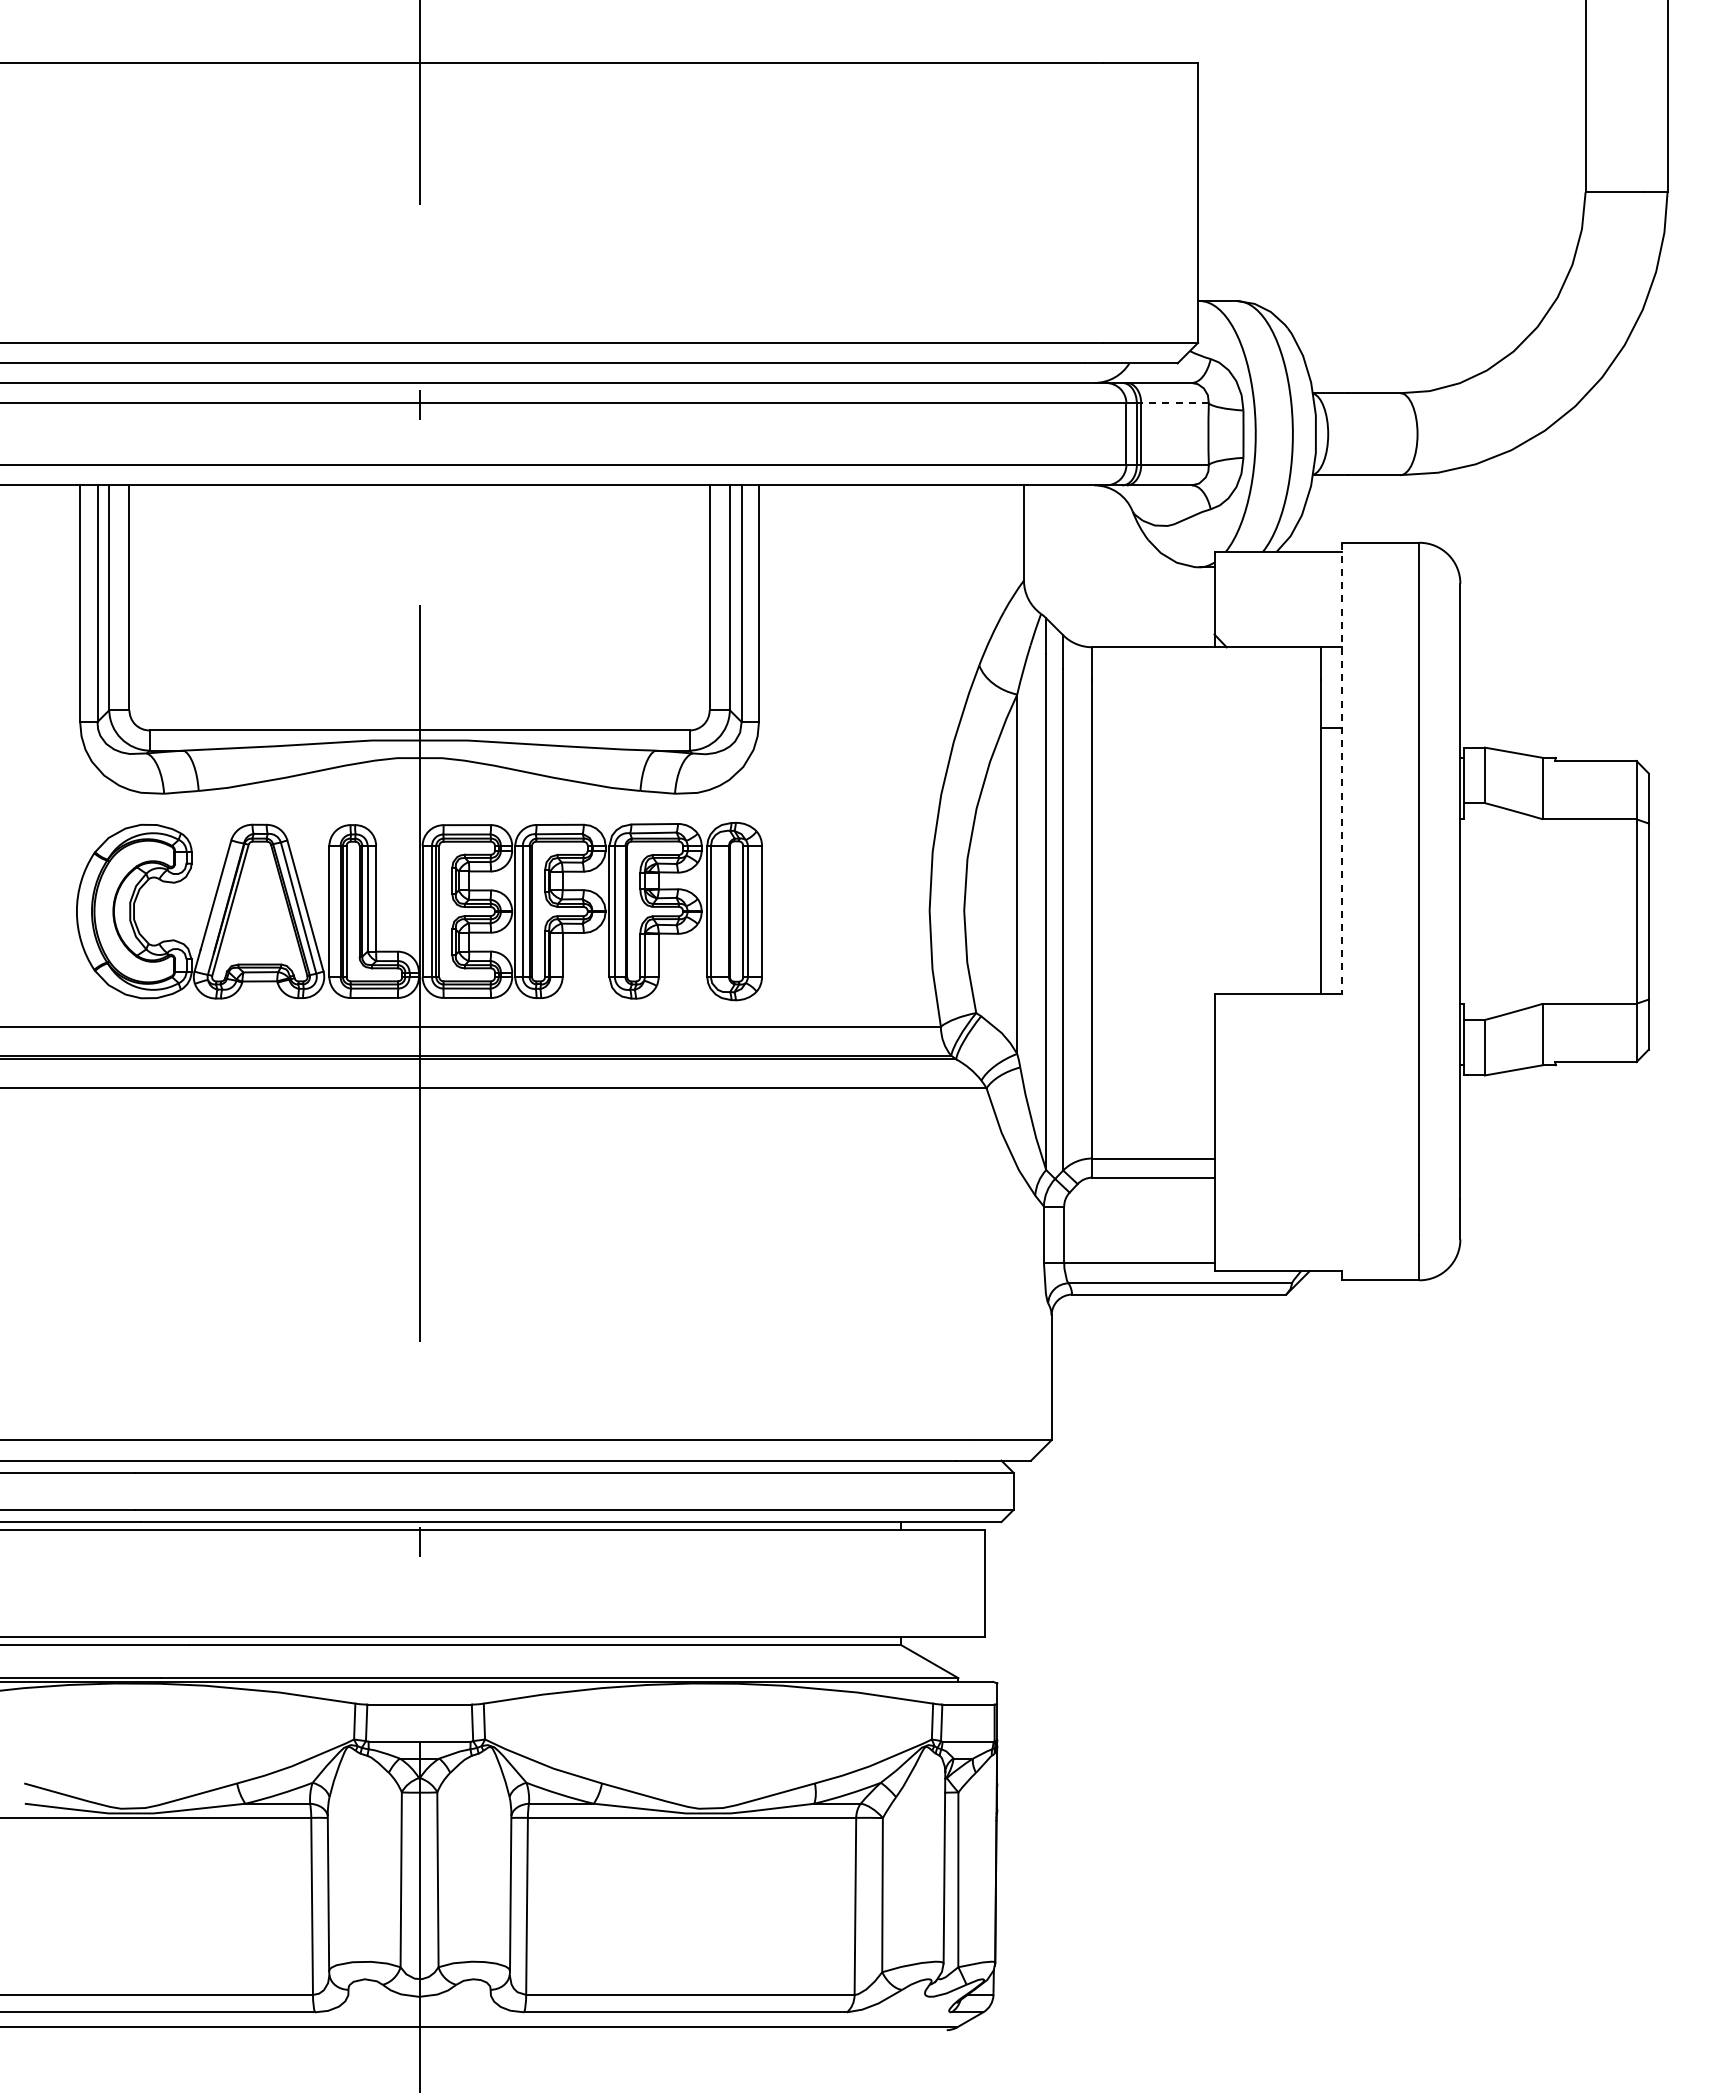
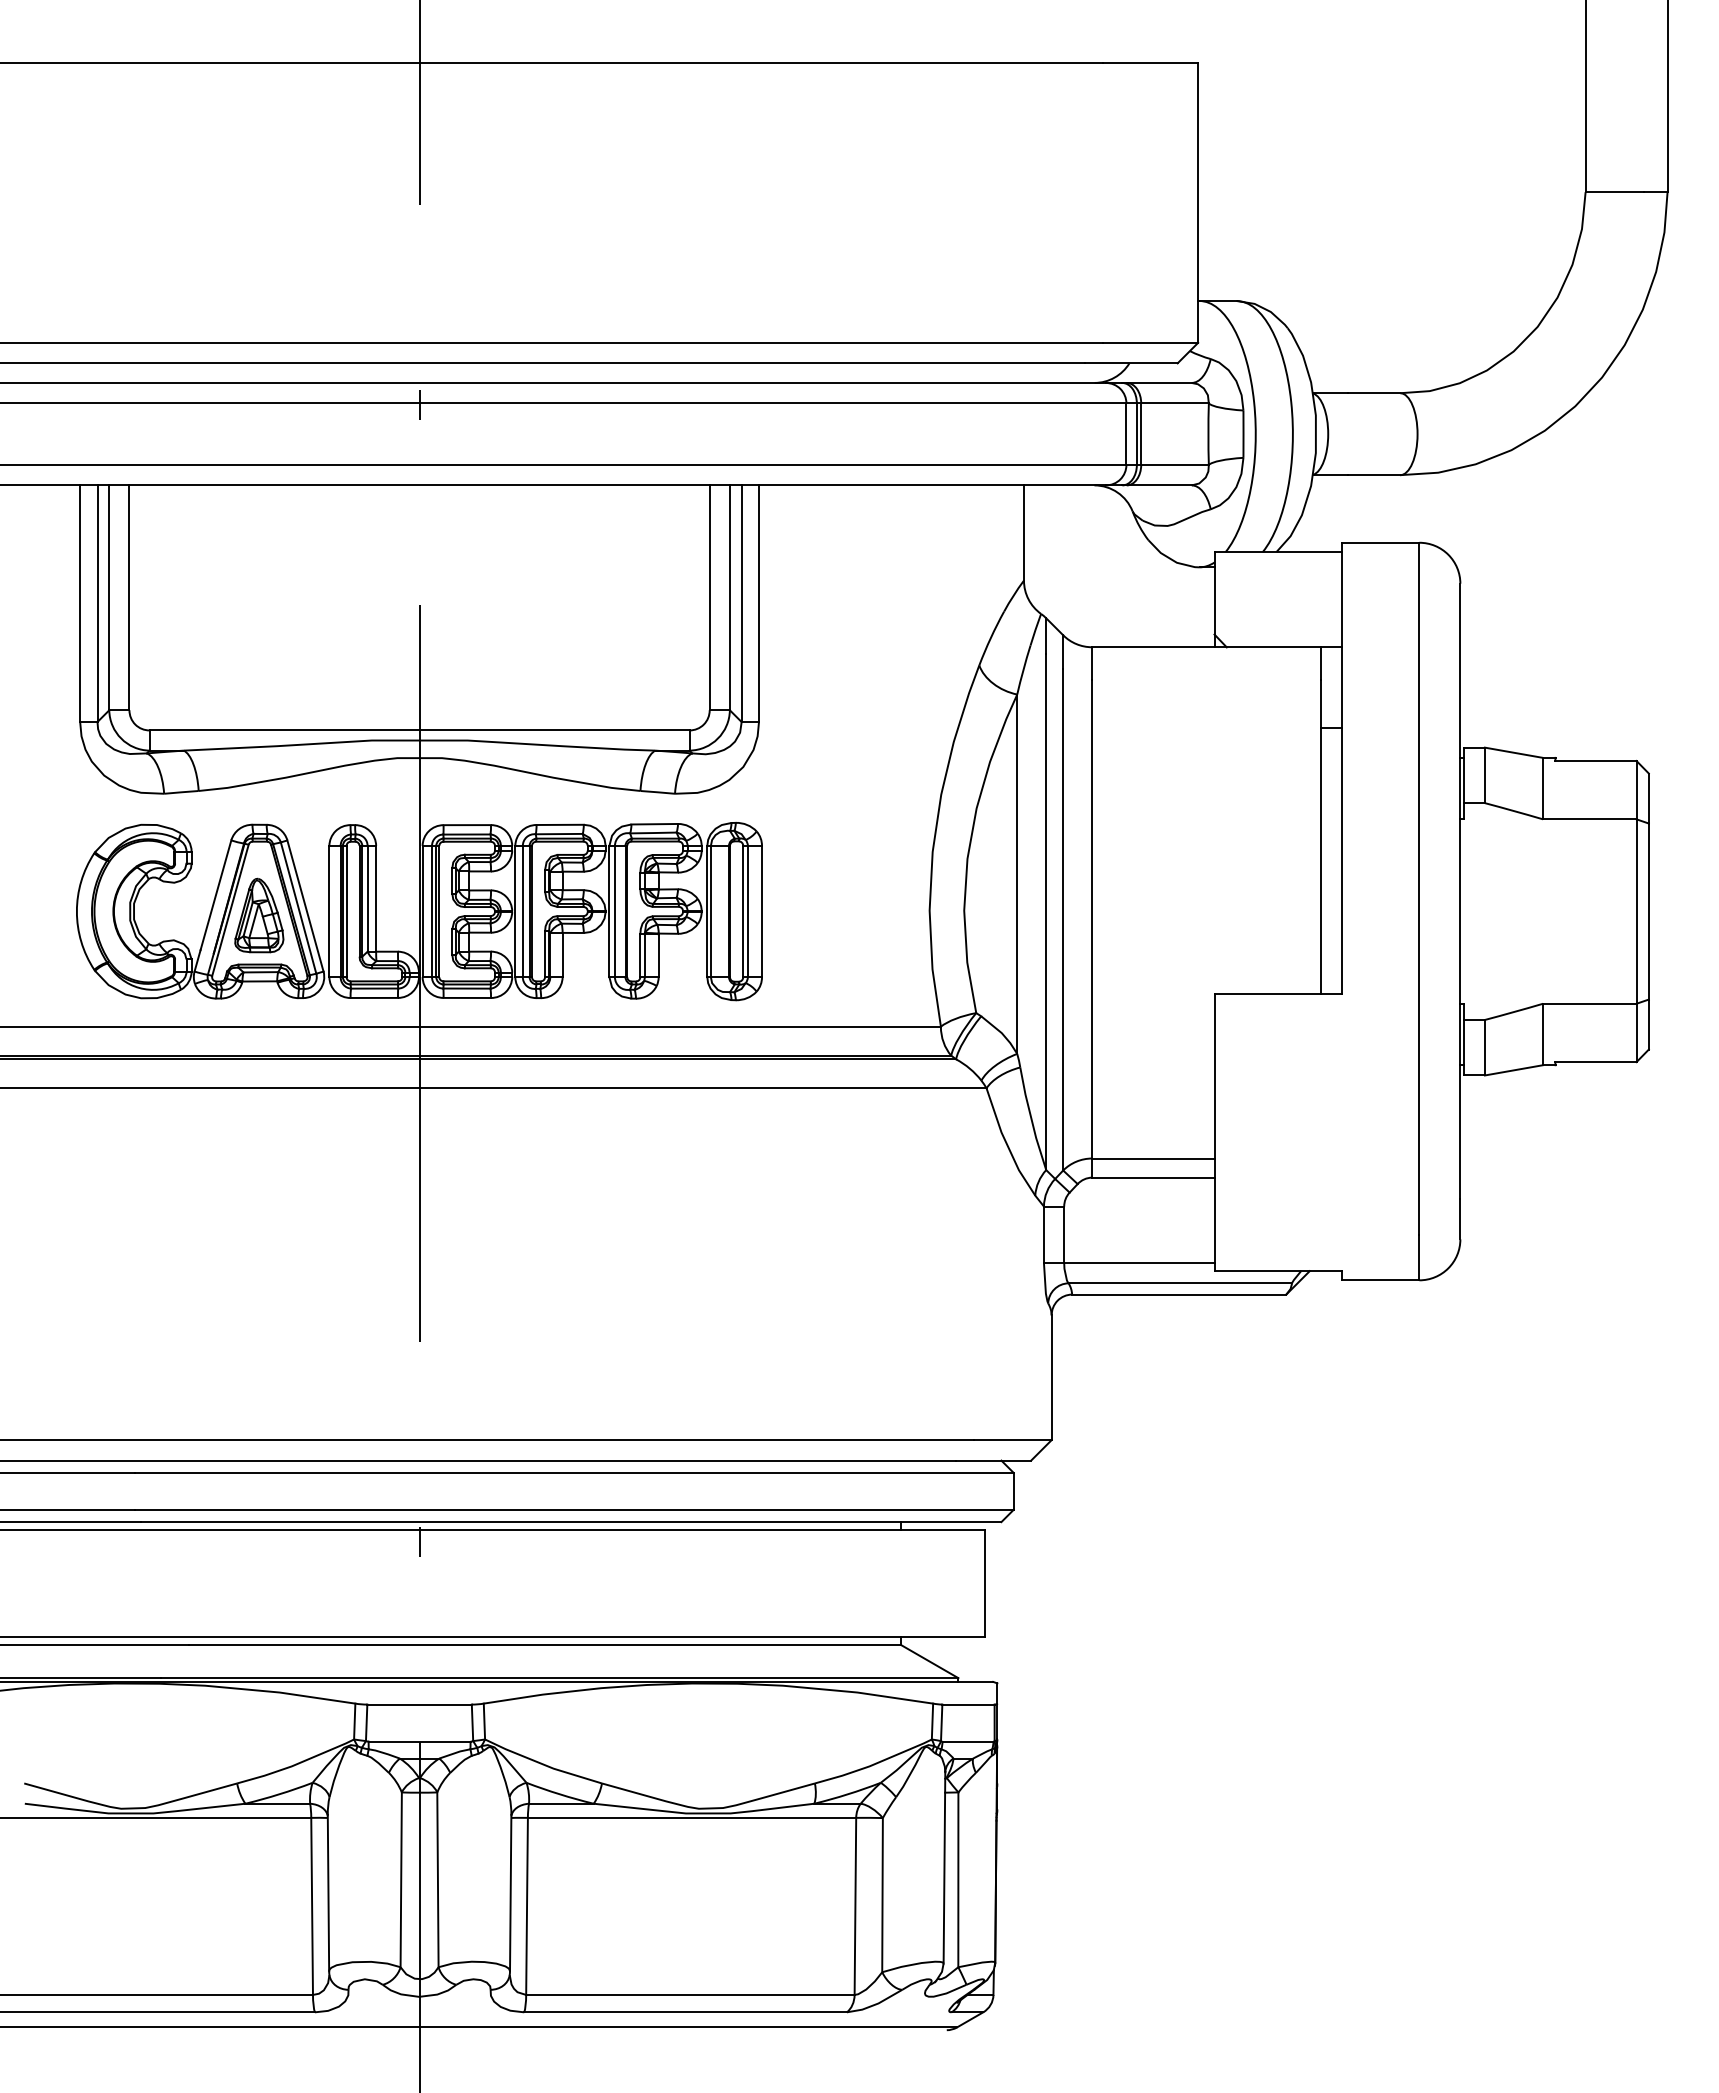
line at (1175, 403): dashed -> solid
line at (1341, 768): dashed -> solid
part at (259, 915): none -> present
